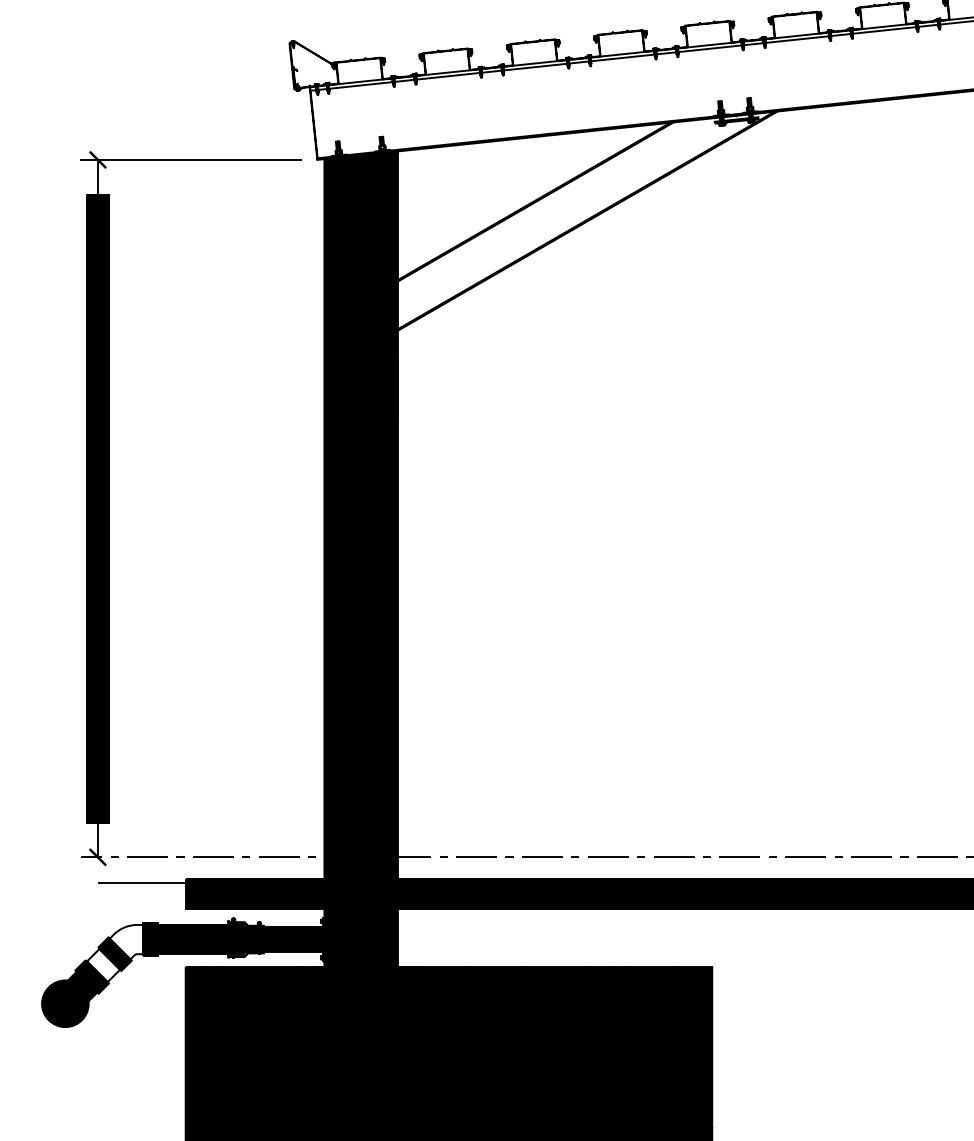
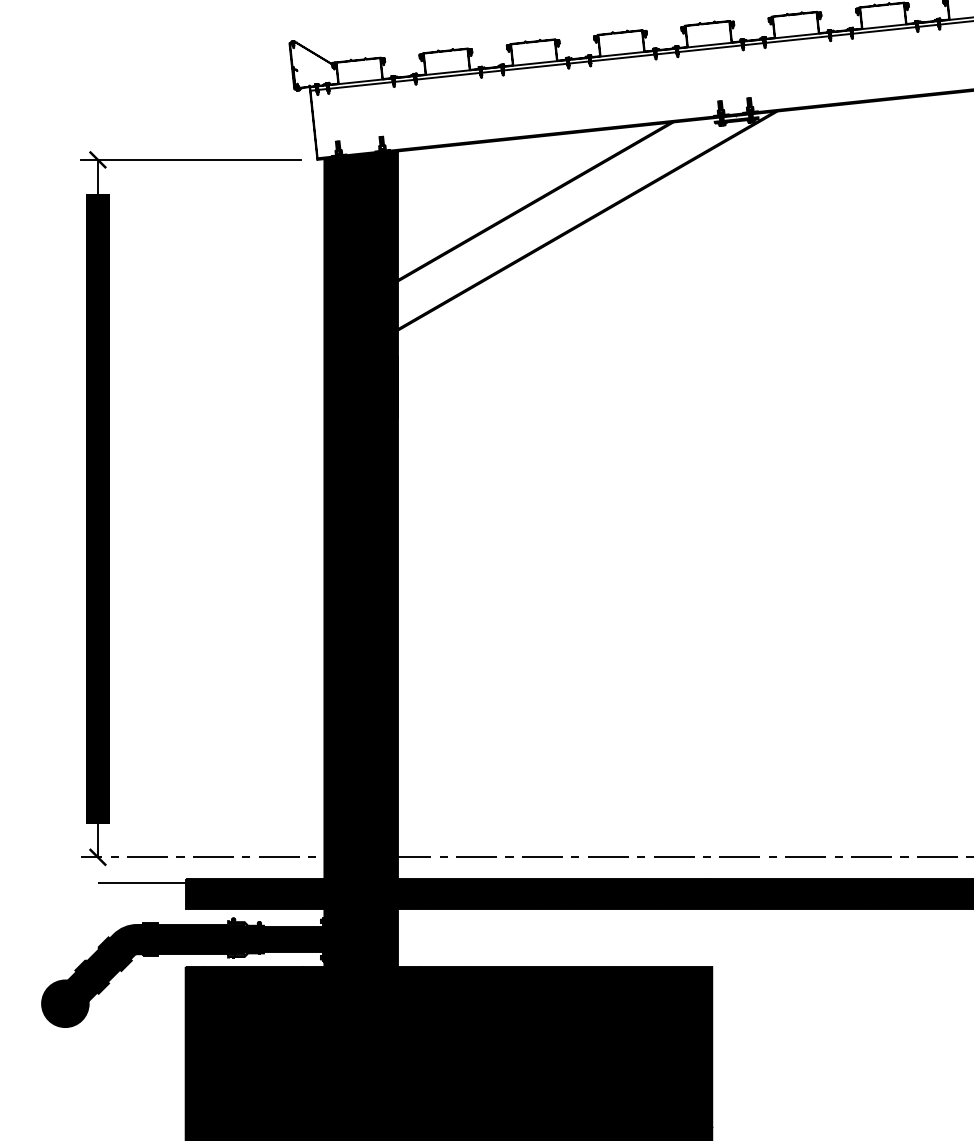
fill at (125, 941): none -> present
fill at (103, 965): none -> present
